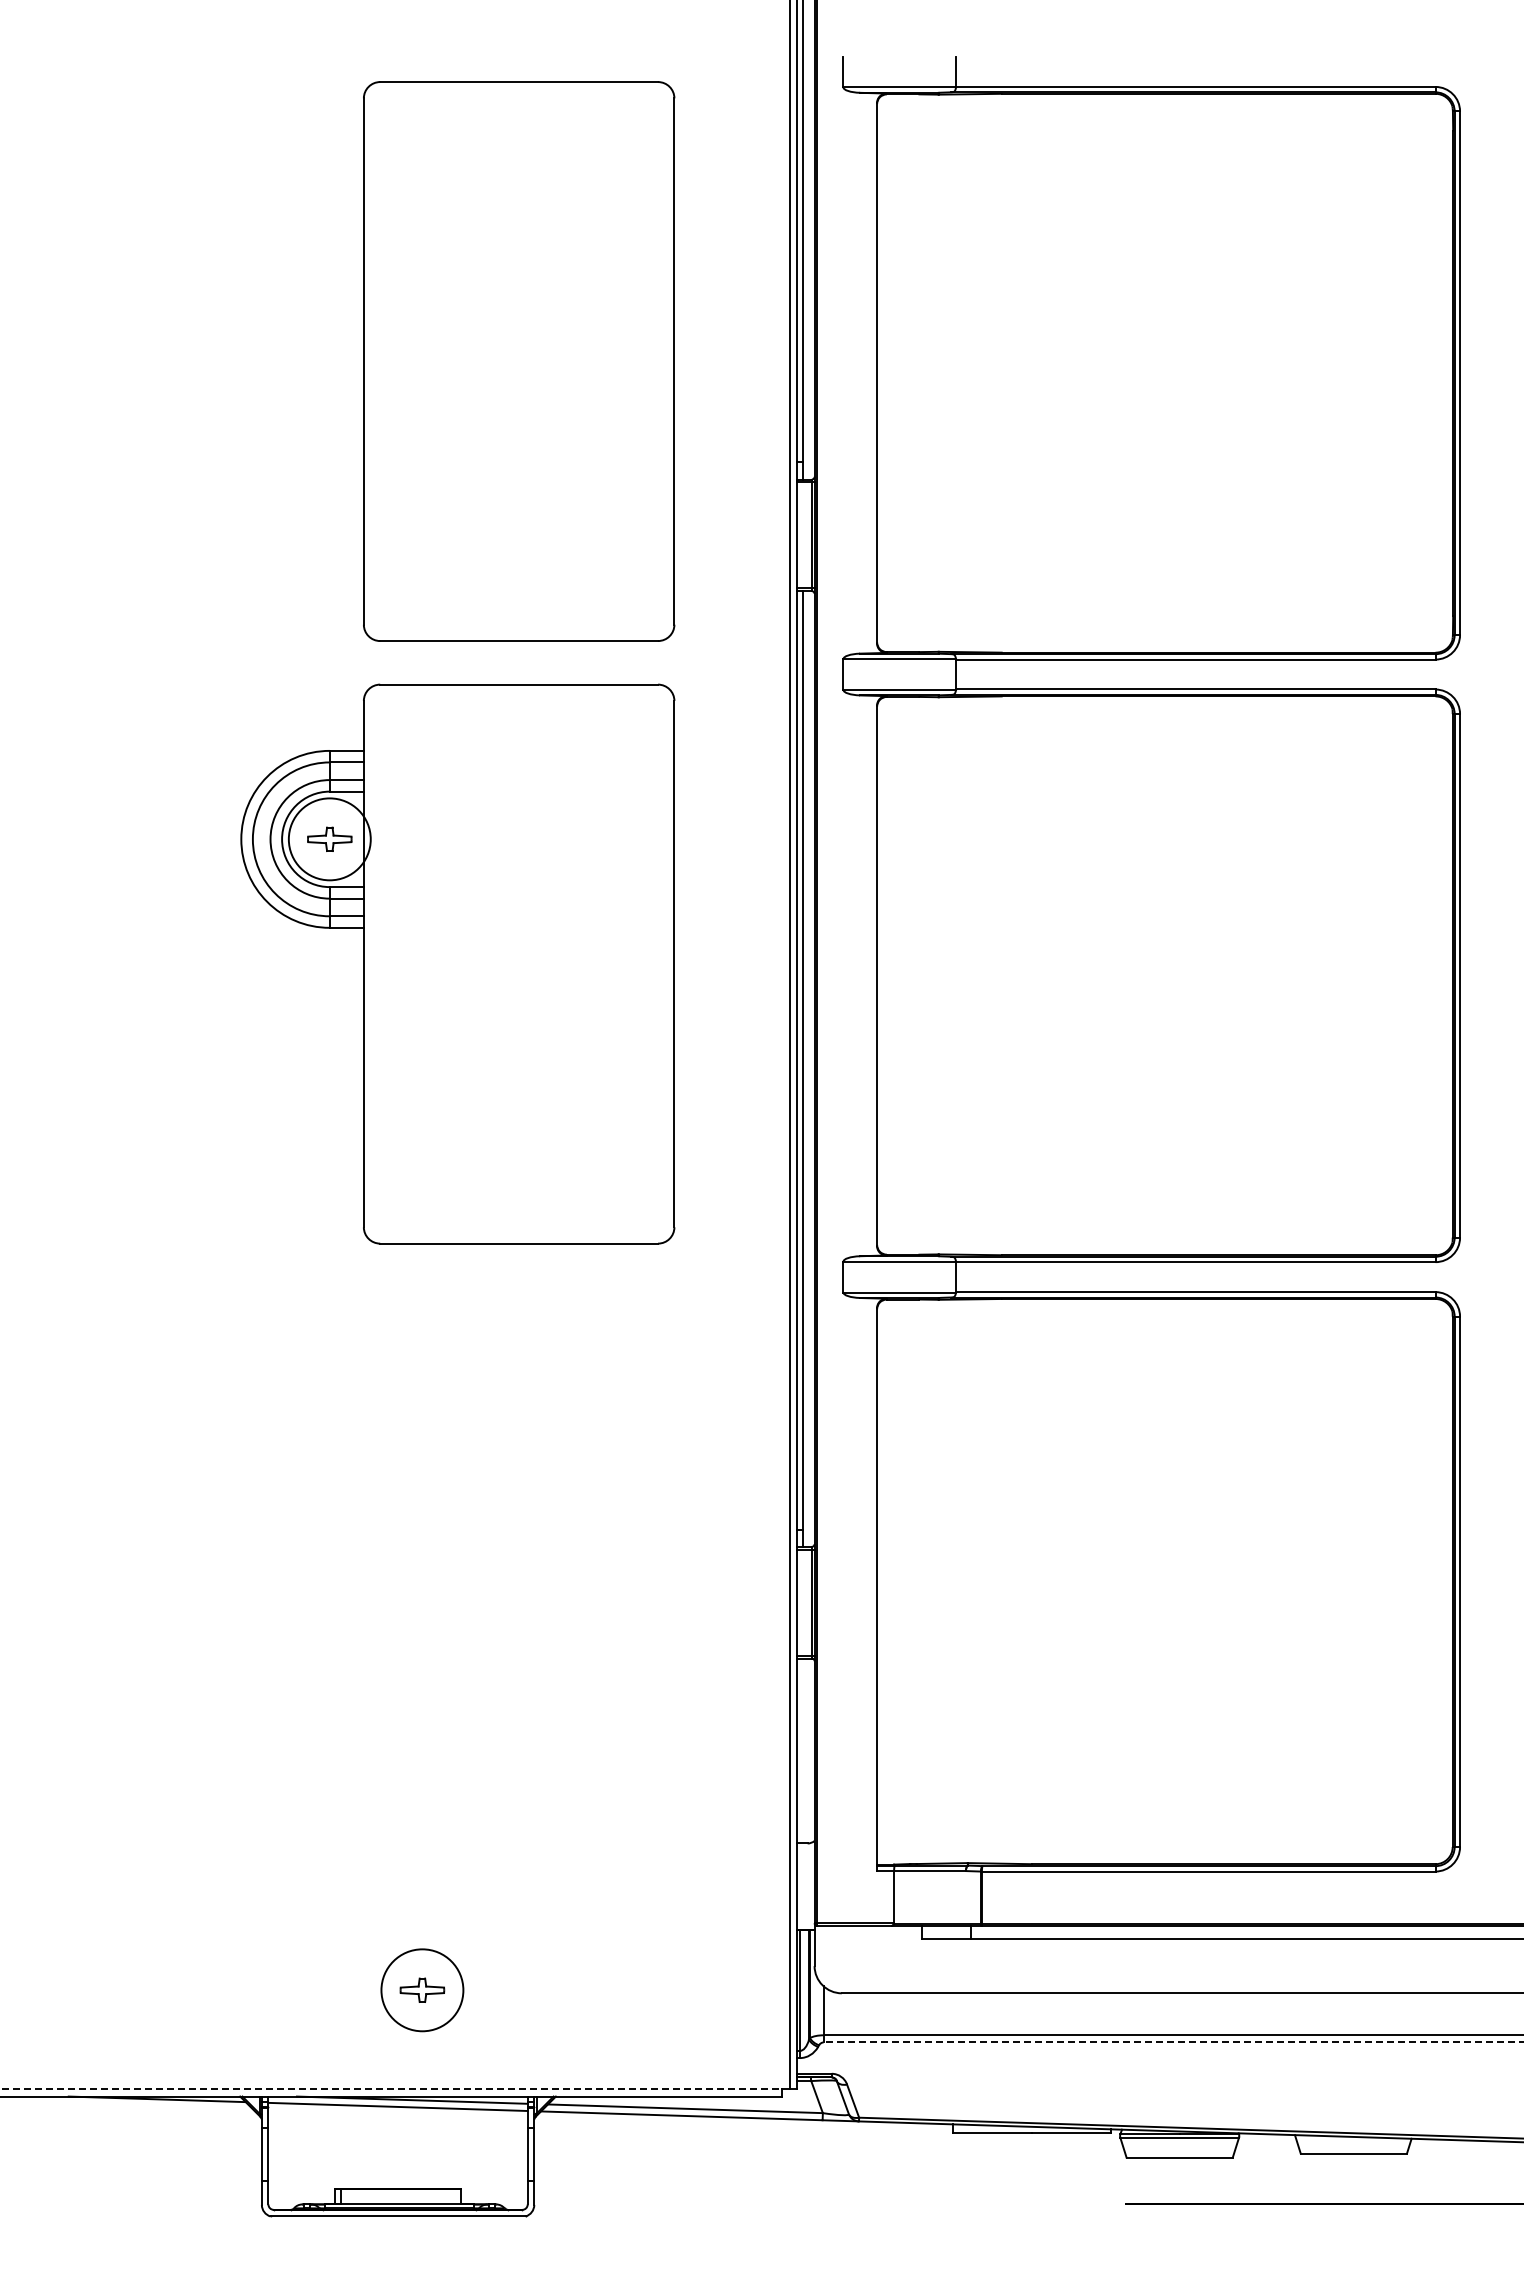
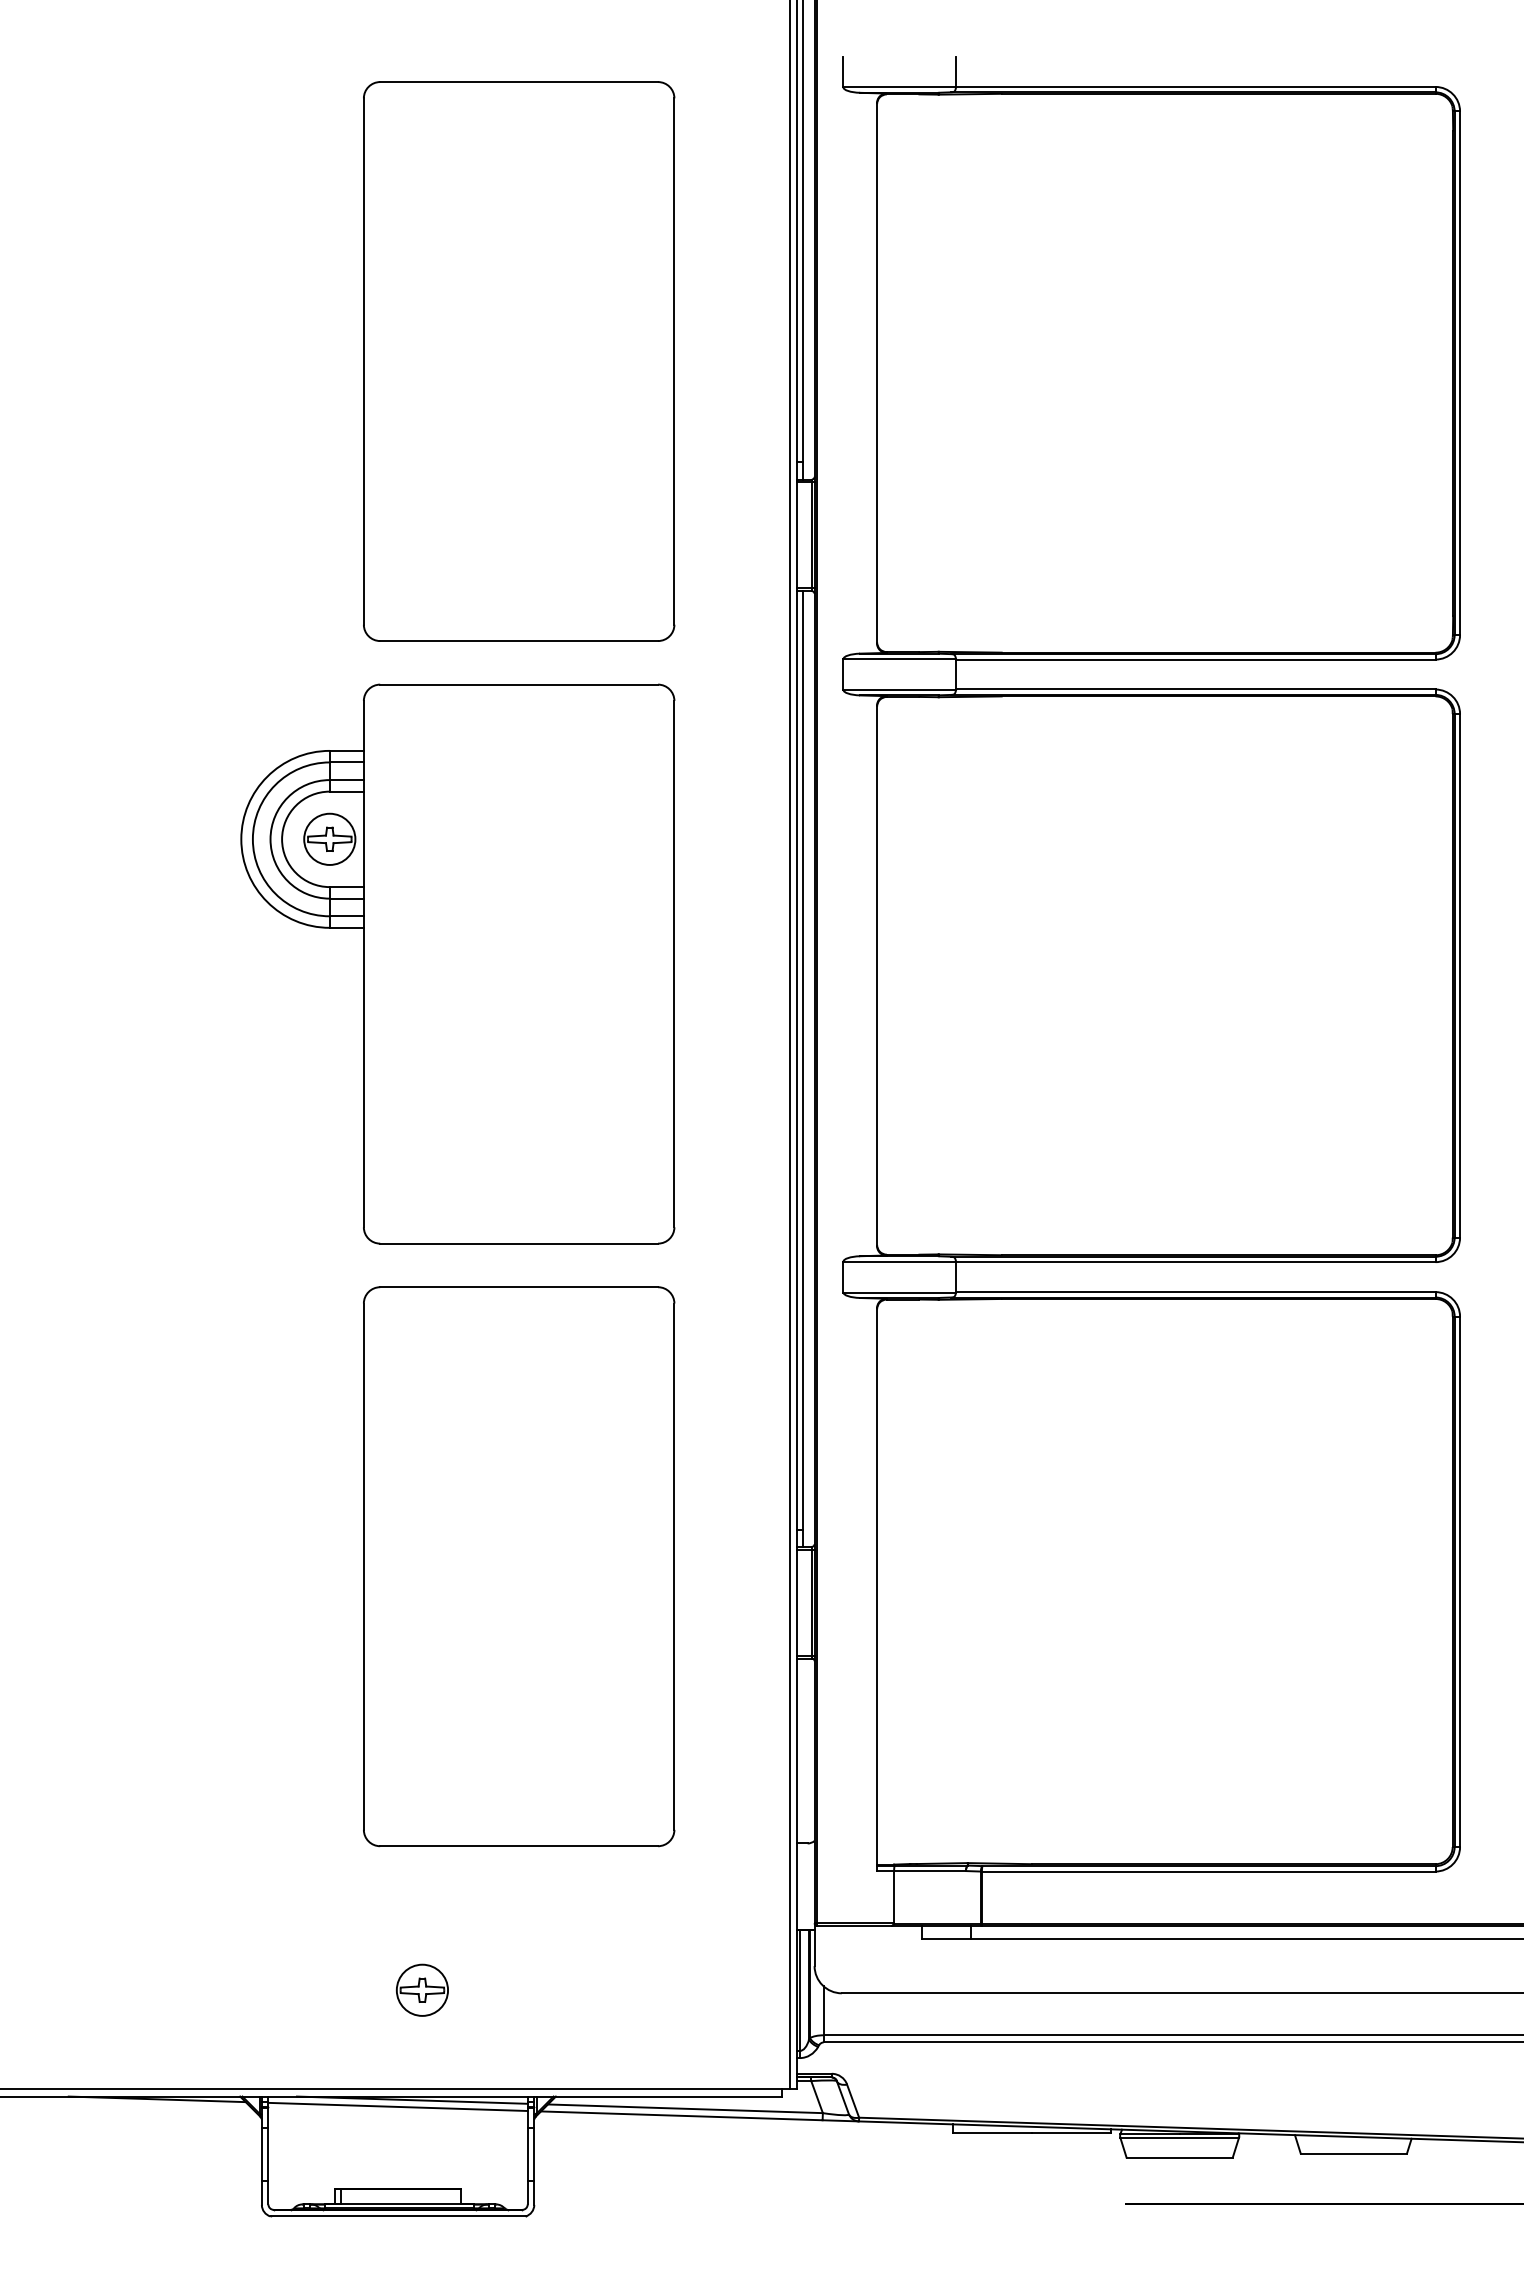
circle at (329, 839) diameter: 82 px -> 51 px
part at (519, 1566): none -> present
circle at (422, 1990) diameter: 82 px -> 51 px
line at (1173, 2042): dashed -> solid
line at (391, 2089): dashed -> solid
